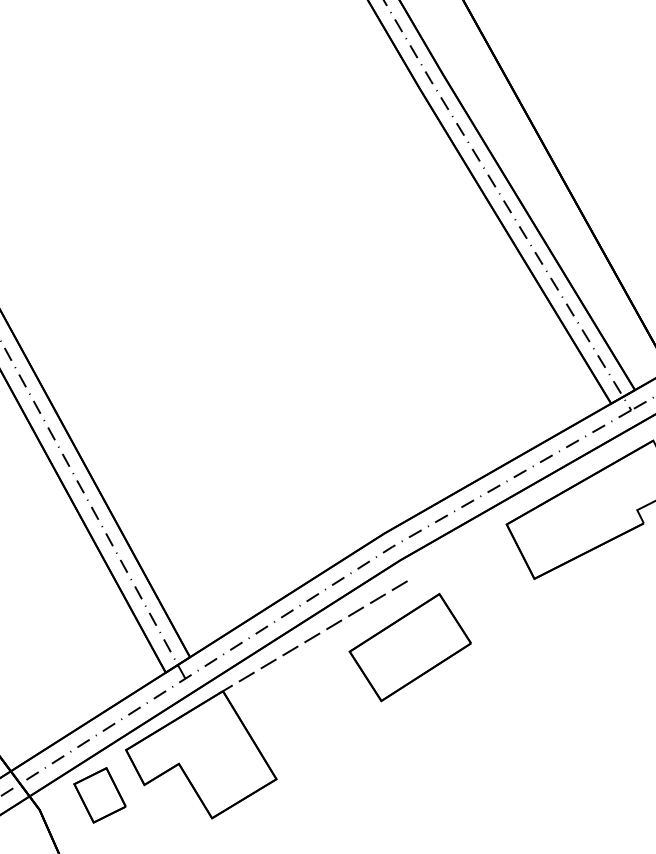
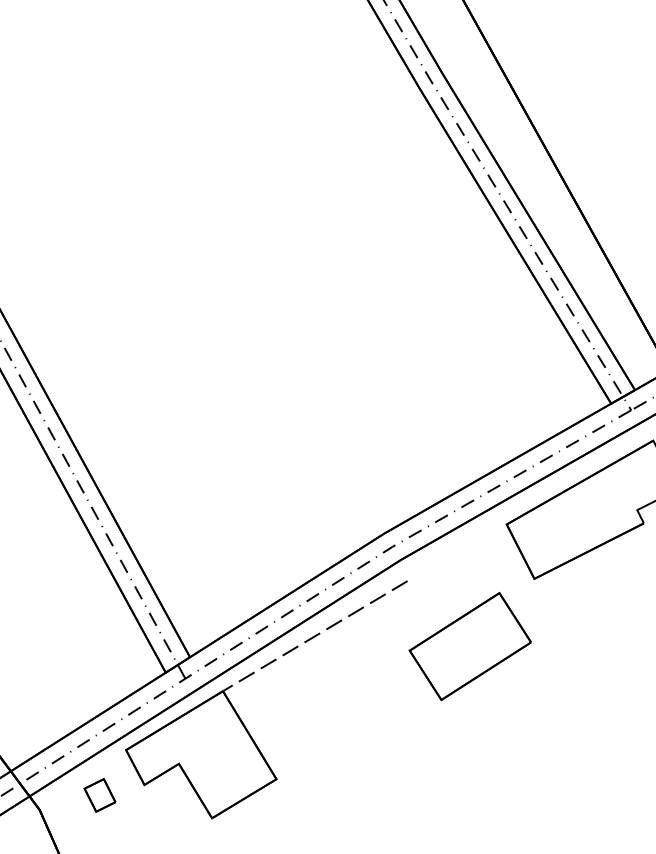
part at (409, 647) position: (409, 647) -> (469, 646)
part at (99, 795) size: 54x57 px -> 34x35 px
